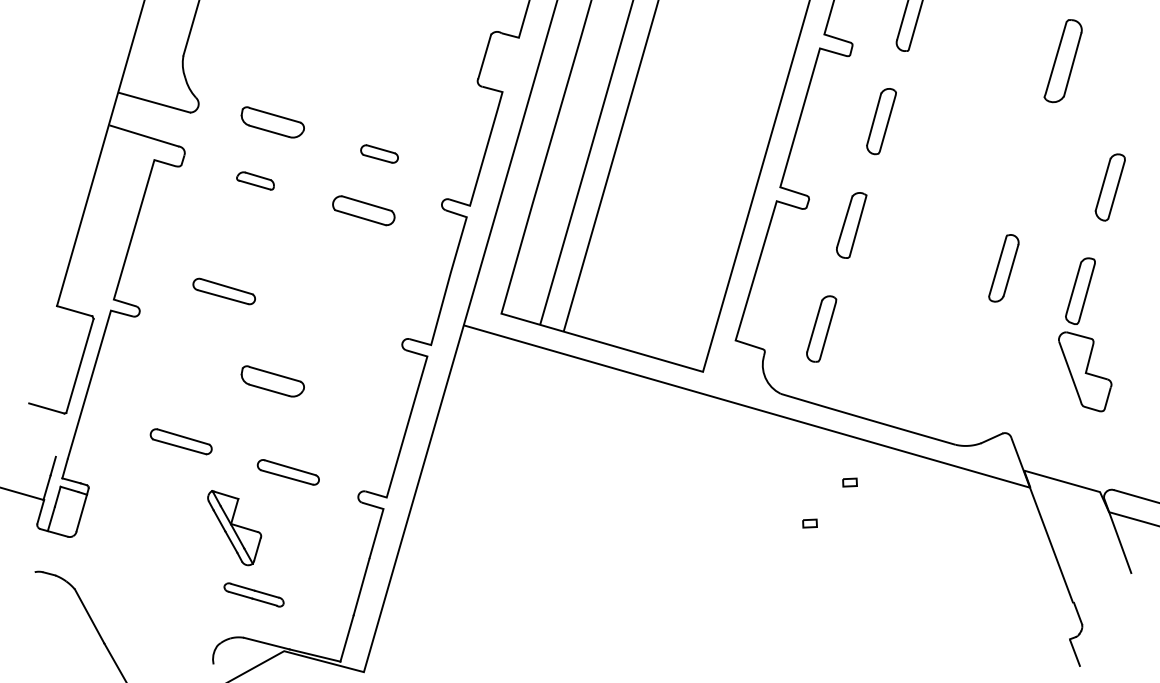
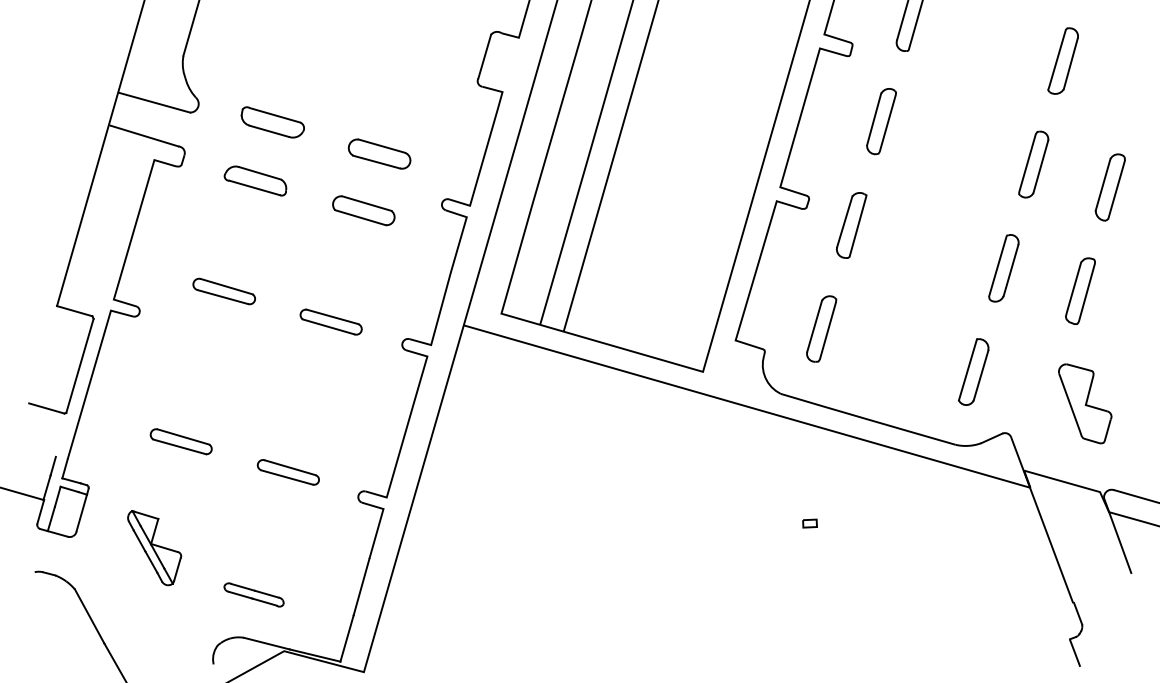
part at (1062, 61) size: 40x85 px -> 32x68 px
part at (379, 153) size: 39x20 px -> 65x32 px
part at (1033, 164): none -> present
part at (255, 180) size: 39x20 px -> 65x32 px
part at (330, 321): none -> present
part at (973, 371): none -> present
part at (1085, 371) position: (1085, 371) -> (1085, 403)
part at (272, 381): present -> none
part at (849, 482): present -> none
part at (234, 528) position: (234, 528) -> (154, 548)
